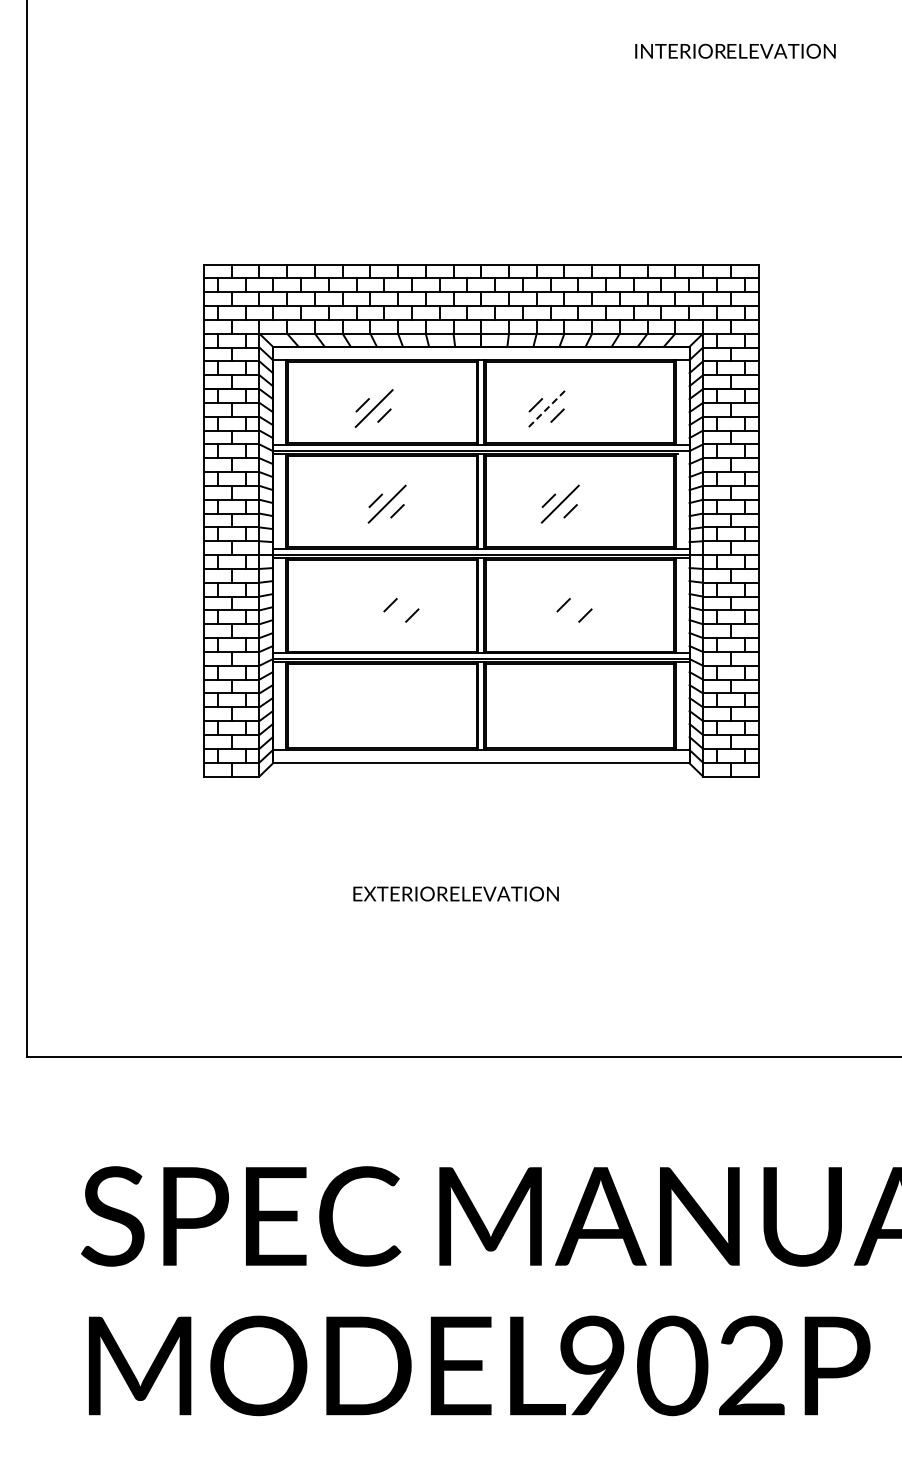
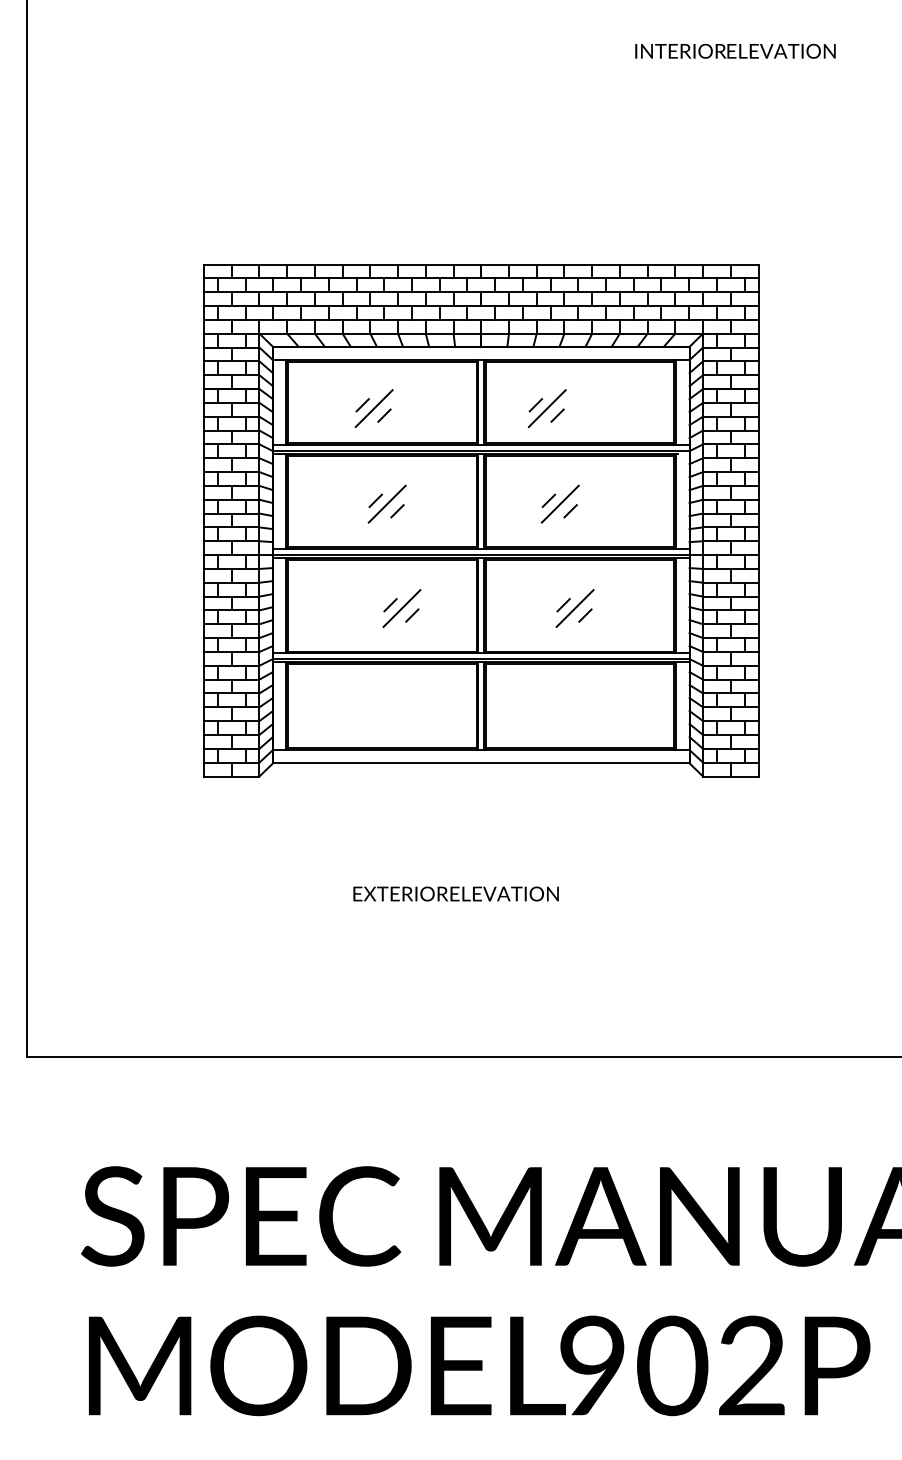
line at (547, 408): dashed -> solid
line at (401, 608): none -> present
line at (574, 608): none -> present
